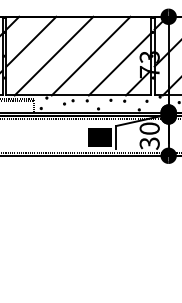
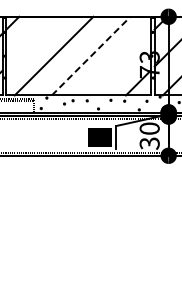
line at (31, 41): present -> none
line at (91, 56): solid -> dashed
line at (119, 64): present -> none
